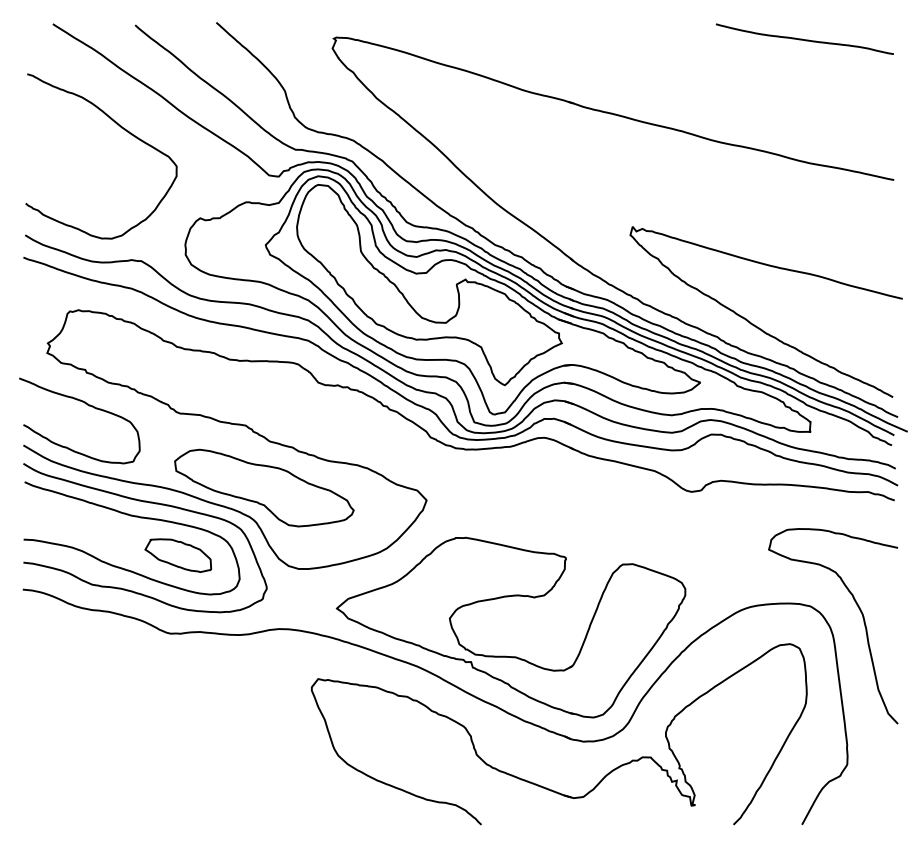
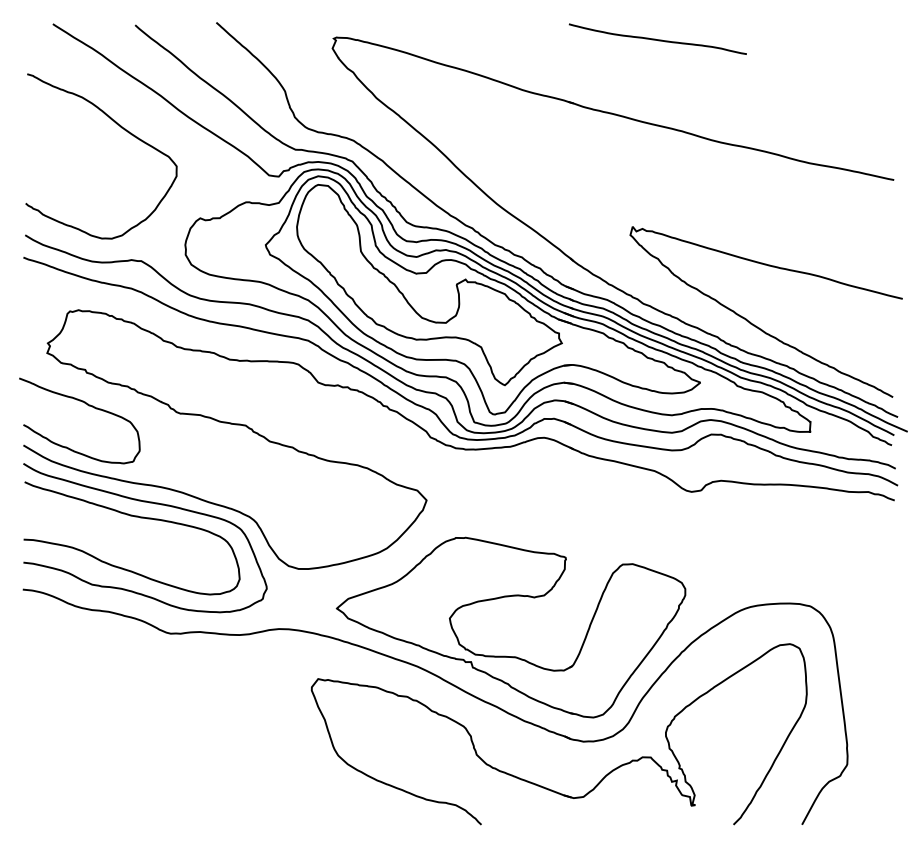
curve at (804, 39) position: (804, 39) -> (657, 39)
part at (264, 487): present -> none
part at (178, 555): present -> none
curve at (862, 618): present -> none
